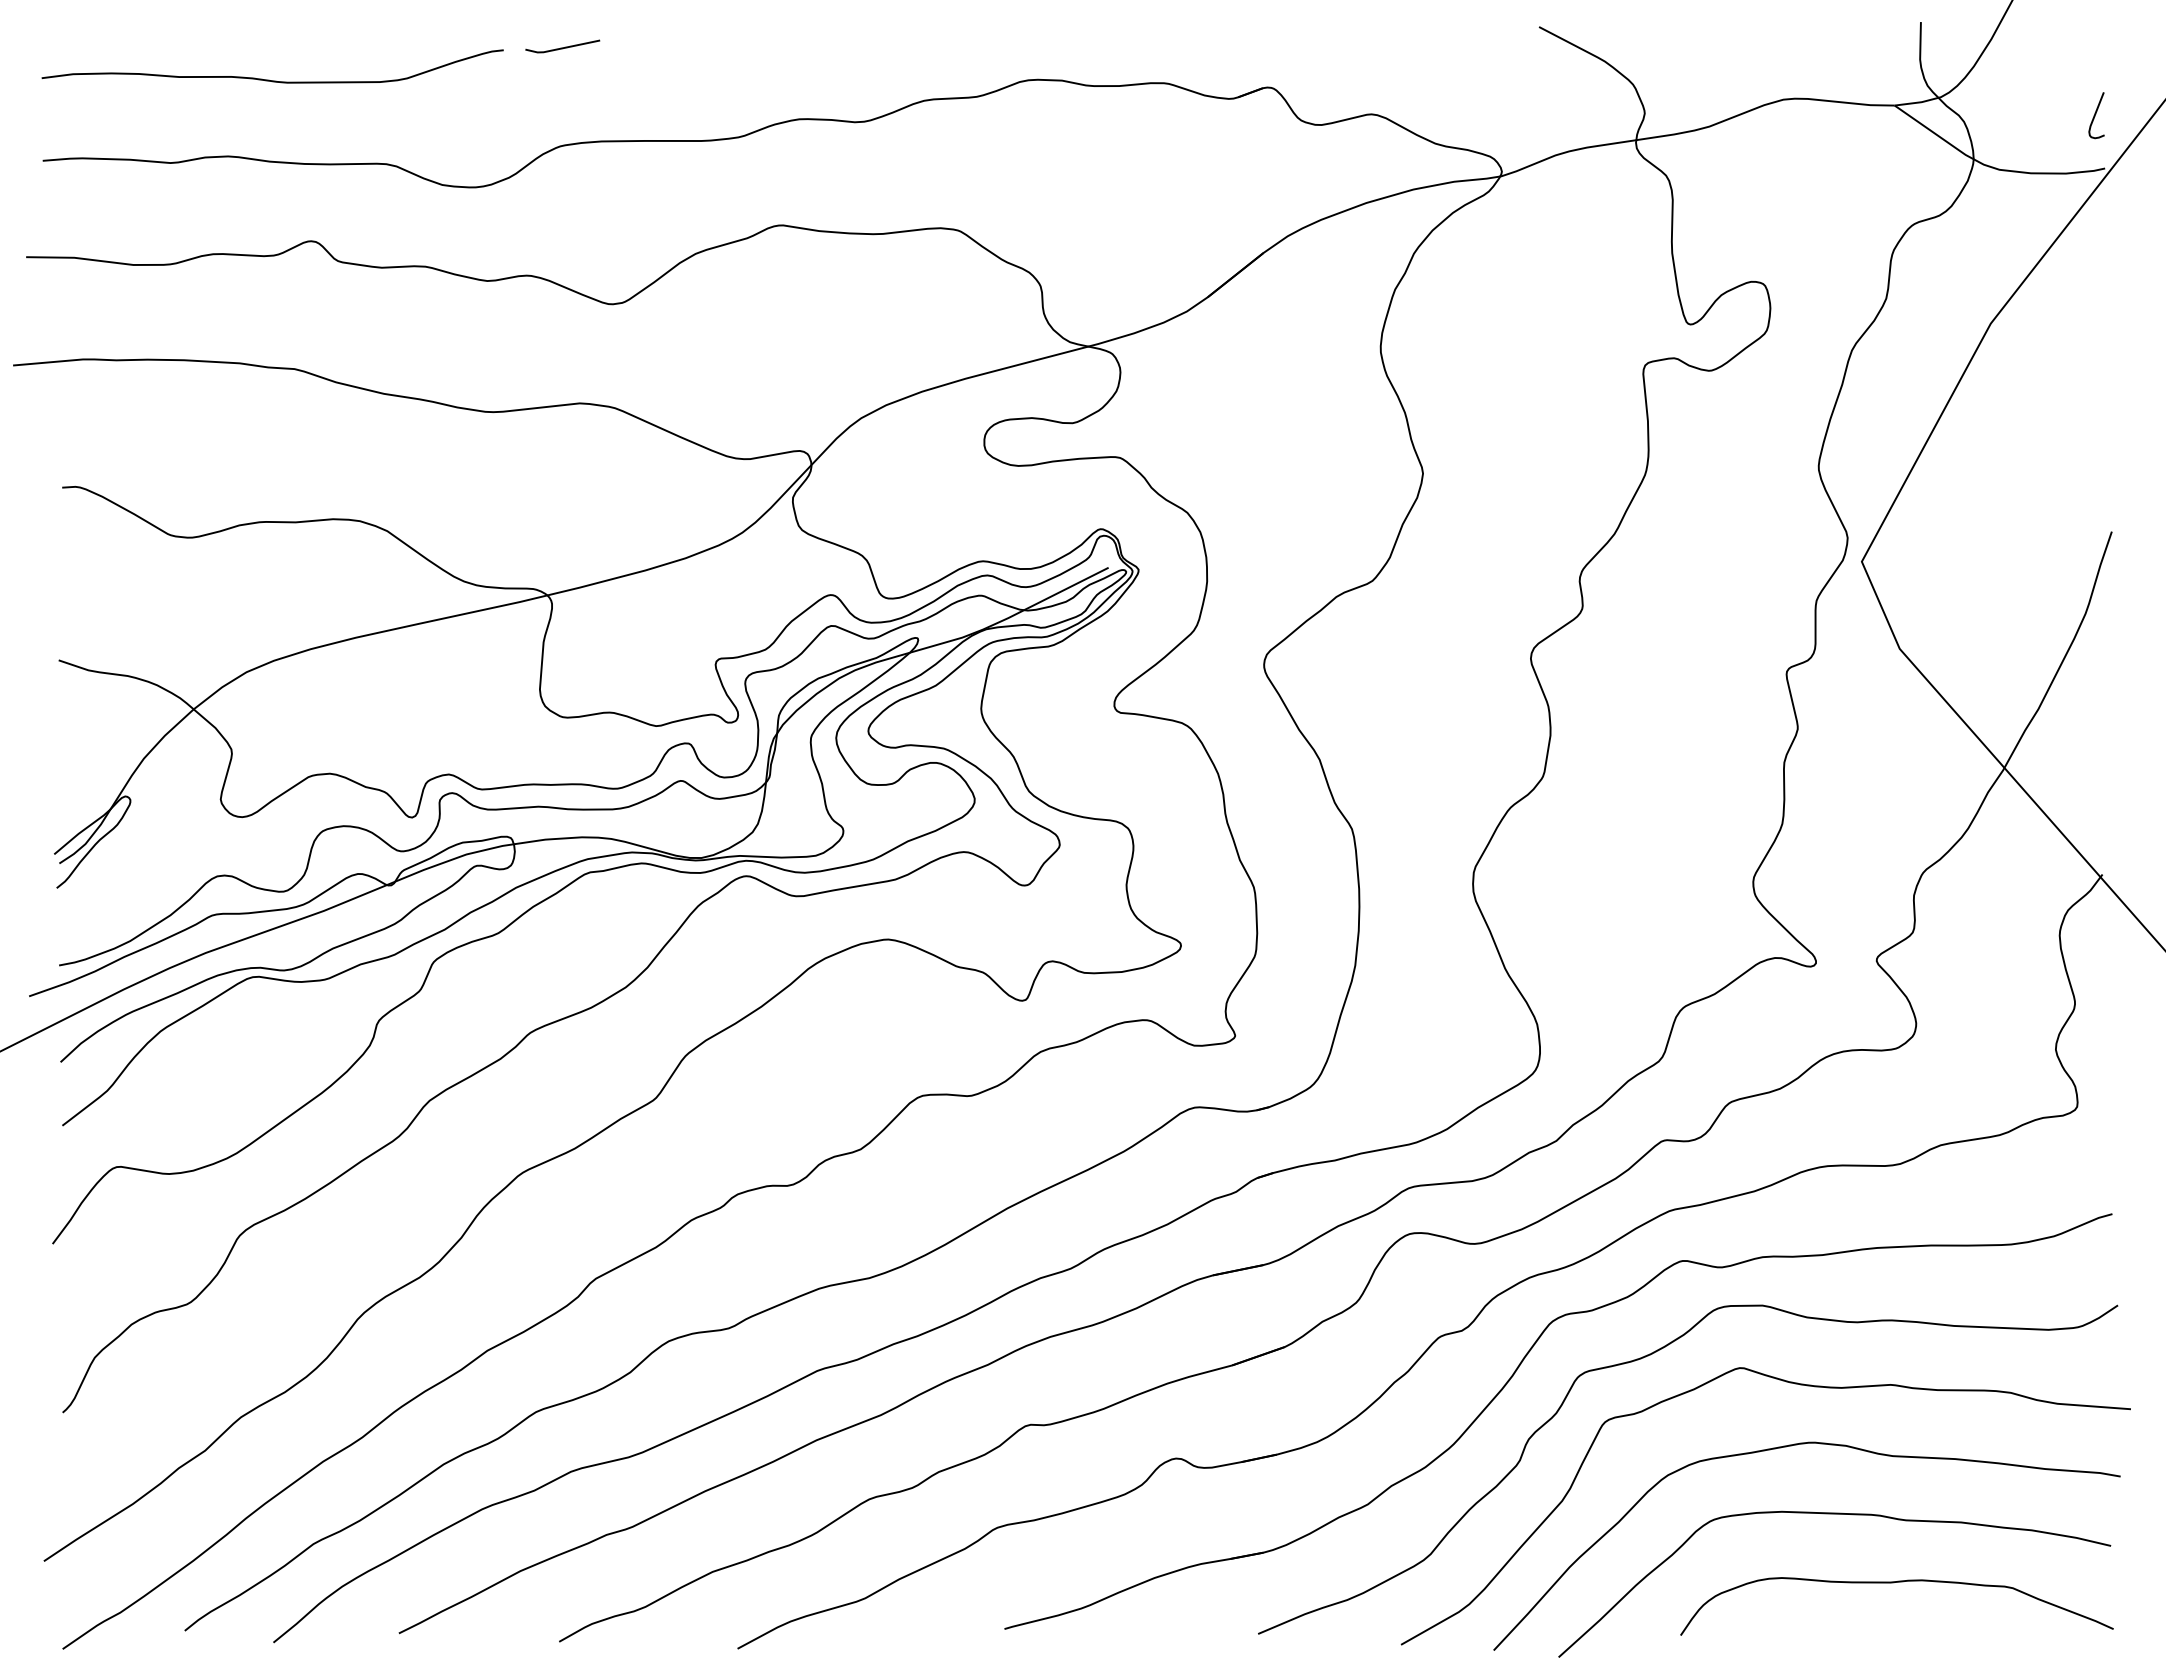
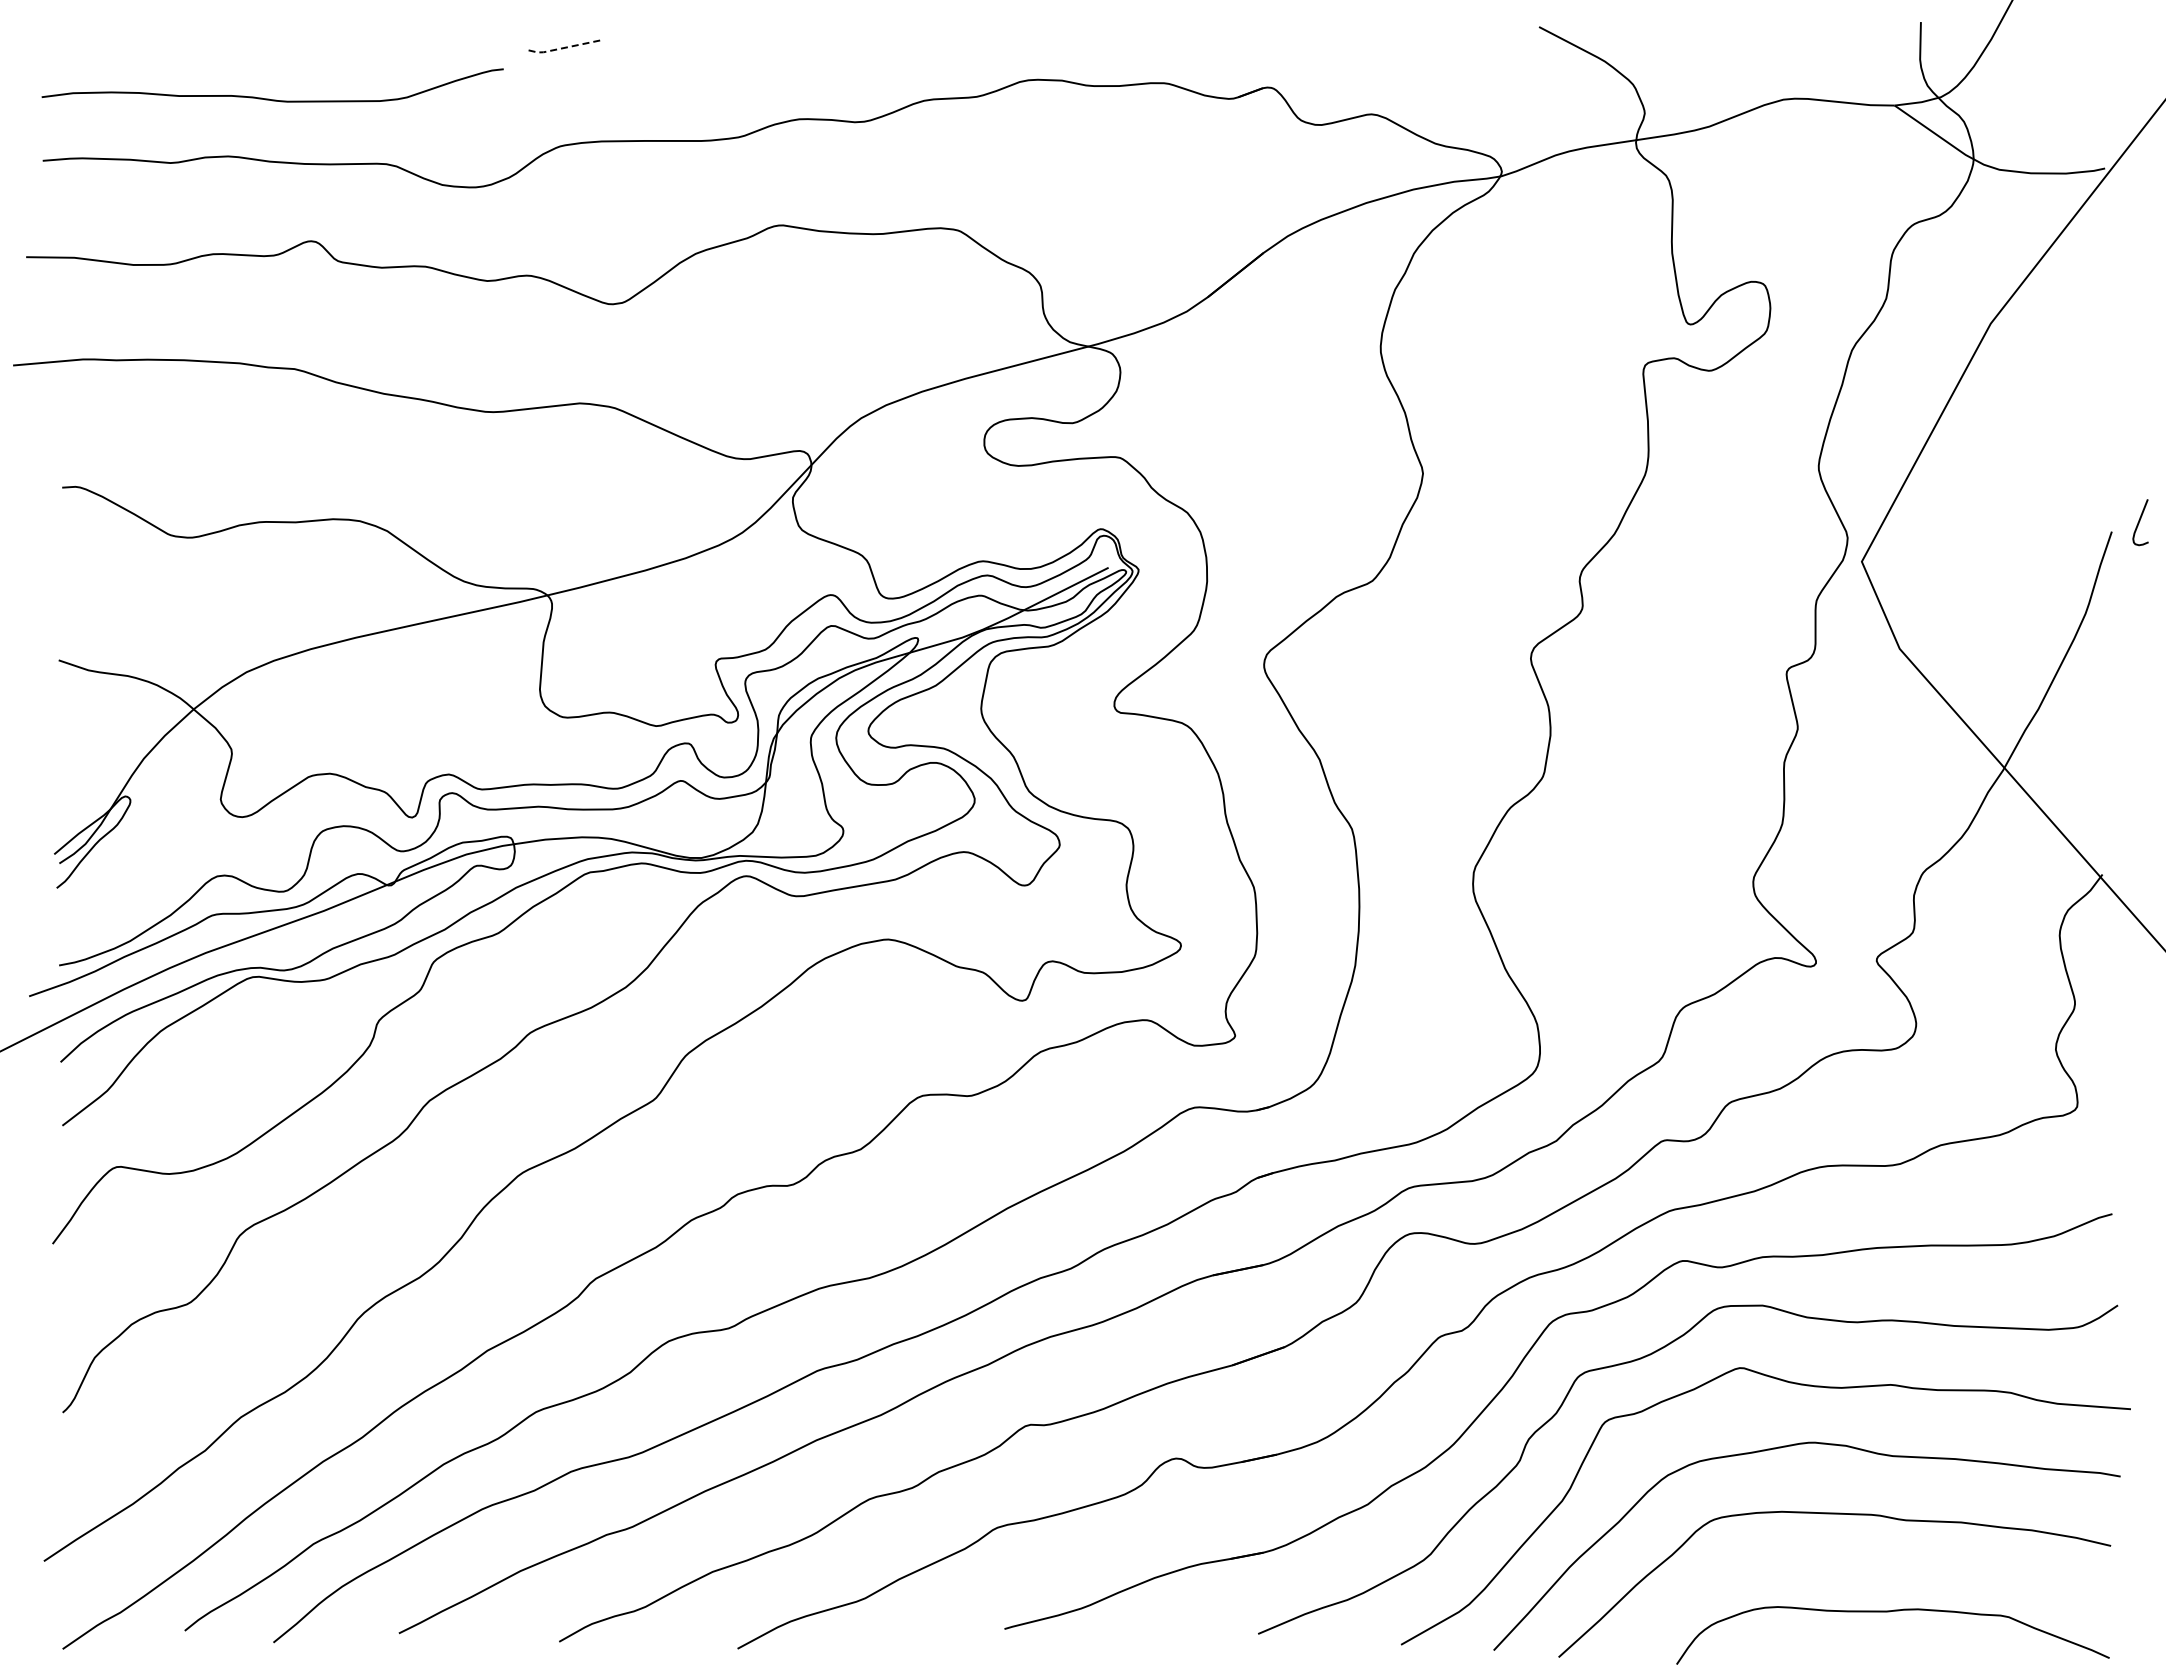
line at (561, 48): solid -> dashed
curve at (269, 79) position: (269, 79) -> (269, 98)
curve at (2096, 114) position: (2096, 114) -> (2140, 521)
curve at (1893, 1583) position: (1893, 1583) -> (1889, 1612)
